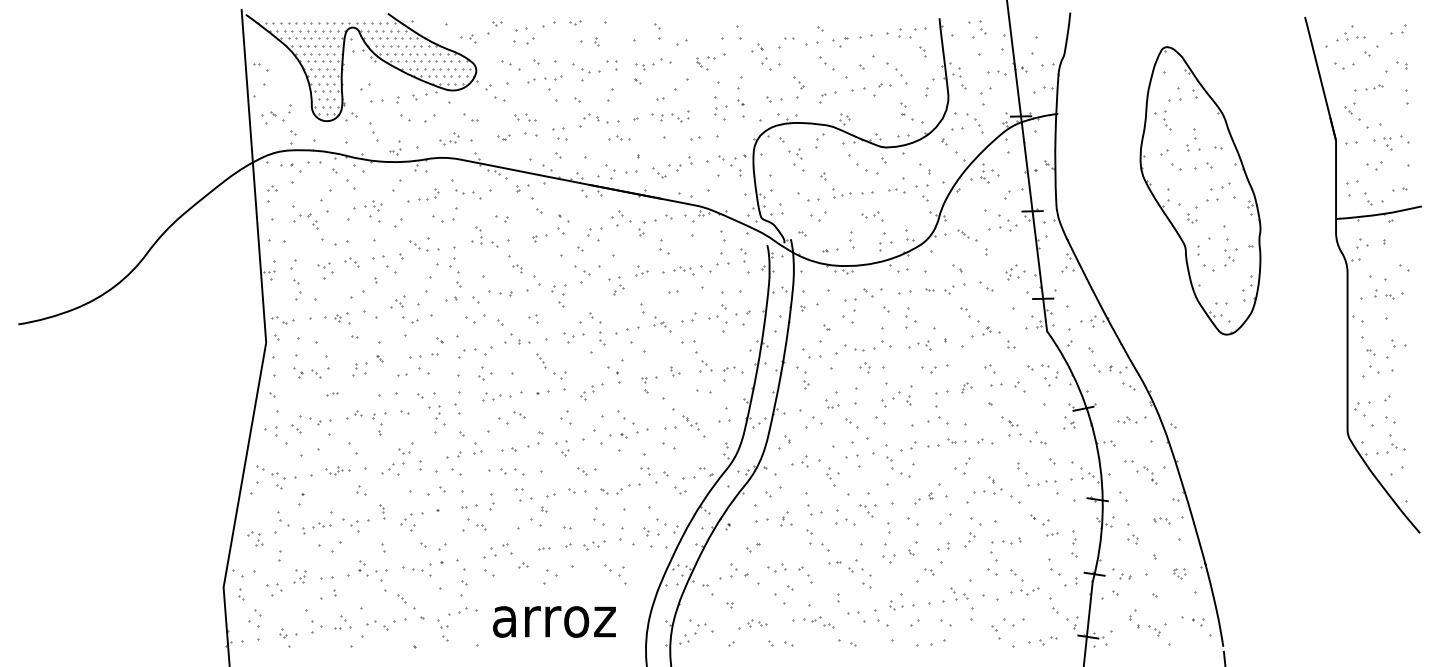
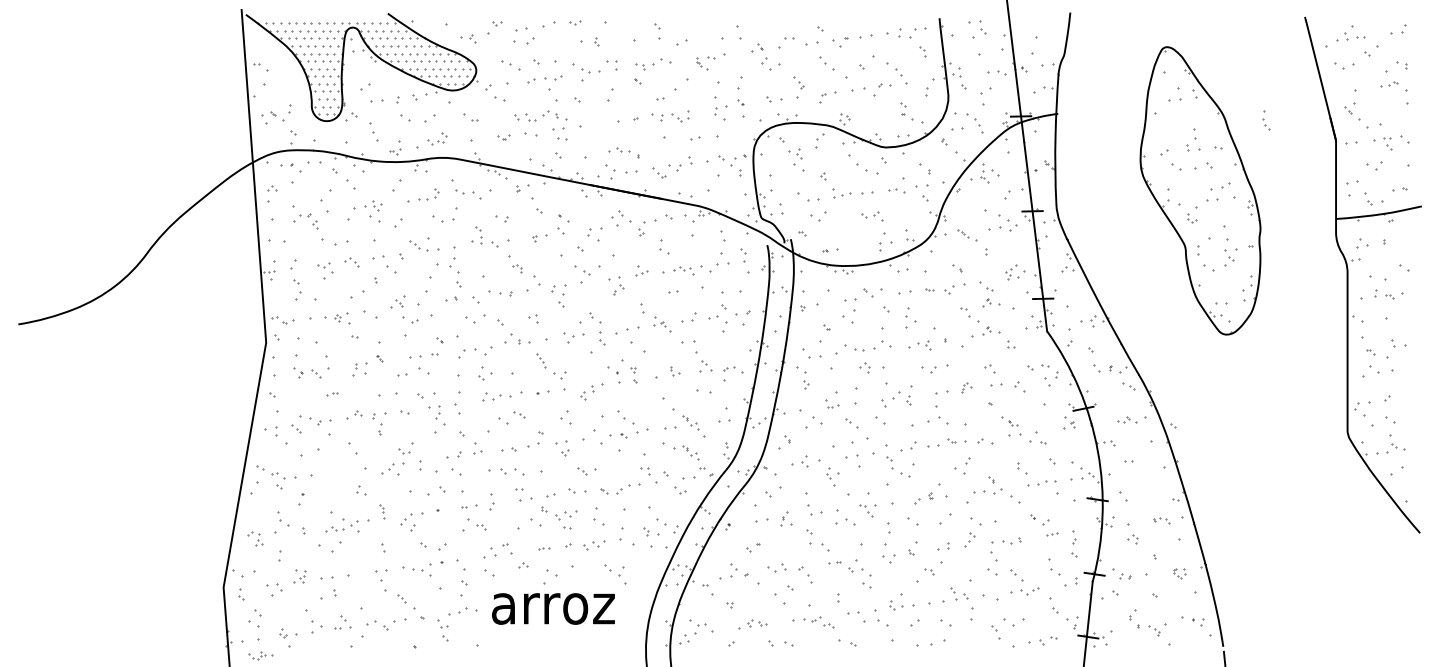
part at (1374, 87) position: (1374, 87) -> (1389, 84)
part at (595, 118) position: (595, 118) -> (554, 115)
part at (1167, 120) position: (1167, 120) -> (1266, 120)
part at (619, 137) position: (619, 137) -> (619, 149)
part at (449, 138) position: (449, 138) -> (437, 138)
part at (851, 239): present -> none
part at (991, 302): none -> present
part at (644, 385) position: (644, 385) -> (633, 375)
part at (690, 452): none -> present
part at (337, 470) position: (337, 470) -> (260, 655)
part at (1146, 475): present -> none
part at (566, 515): none -> present
part at (321, 525) position: (321, 525) -> (334, 529)
part at (363, 568): present -> none
text at (554, 621) position: (554, 621) -> (553, 608)
